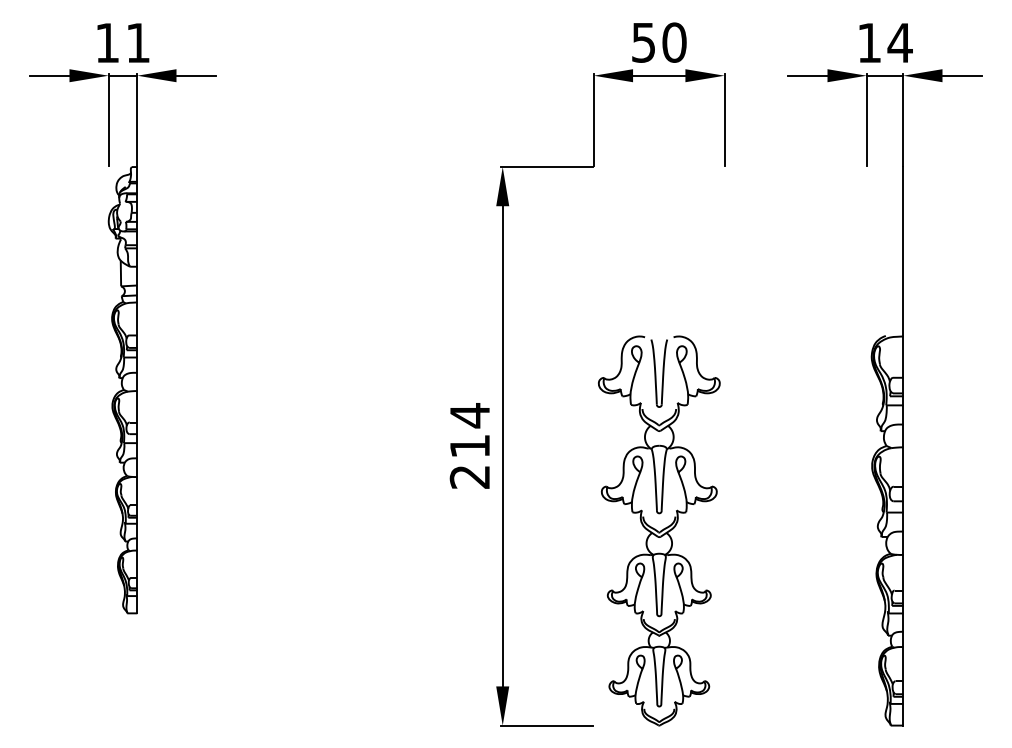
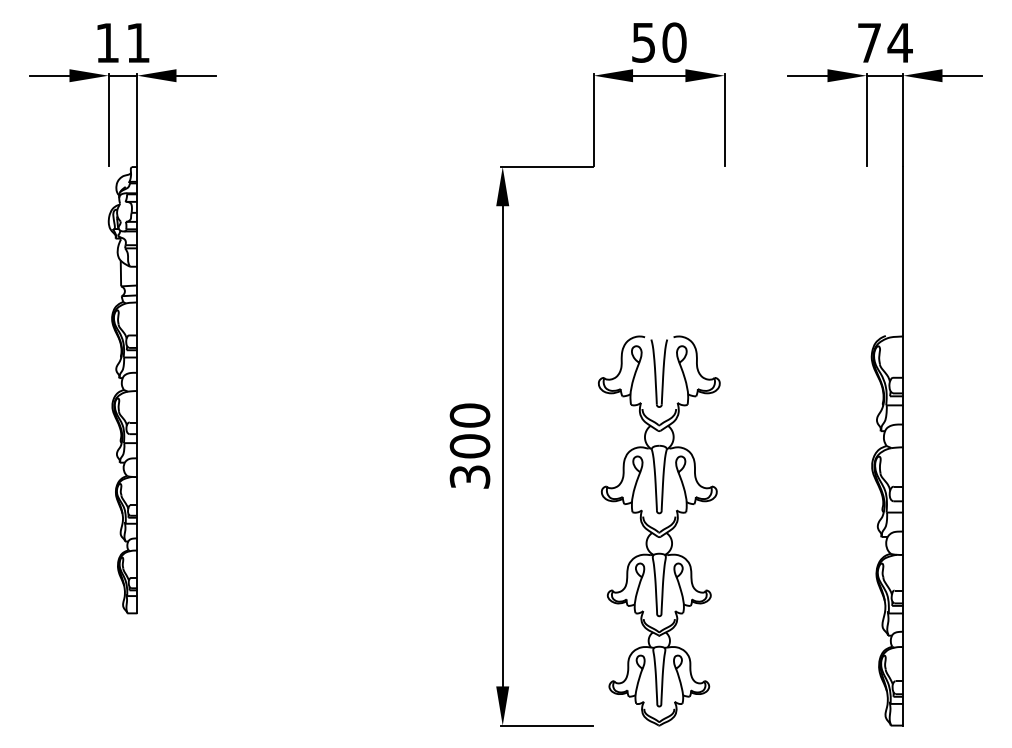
text at (869, 42): 14 -> 74
text at (469, 445): 214 -> 300
